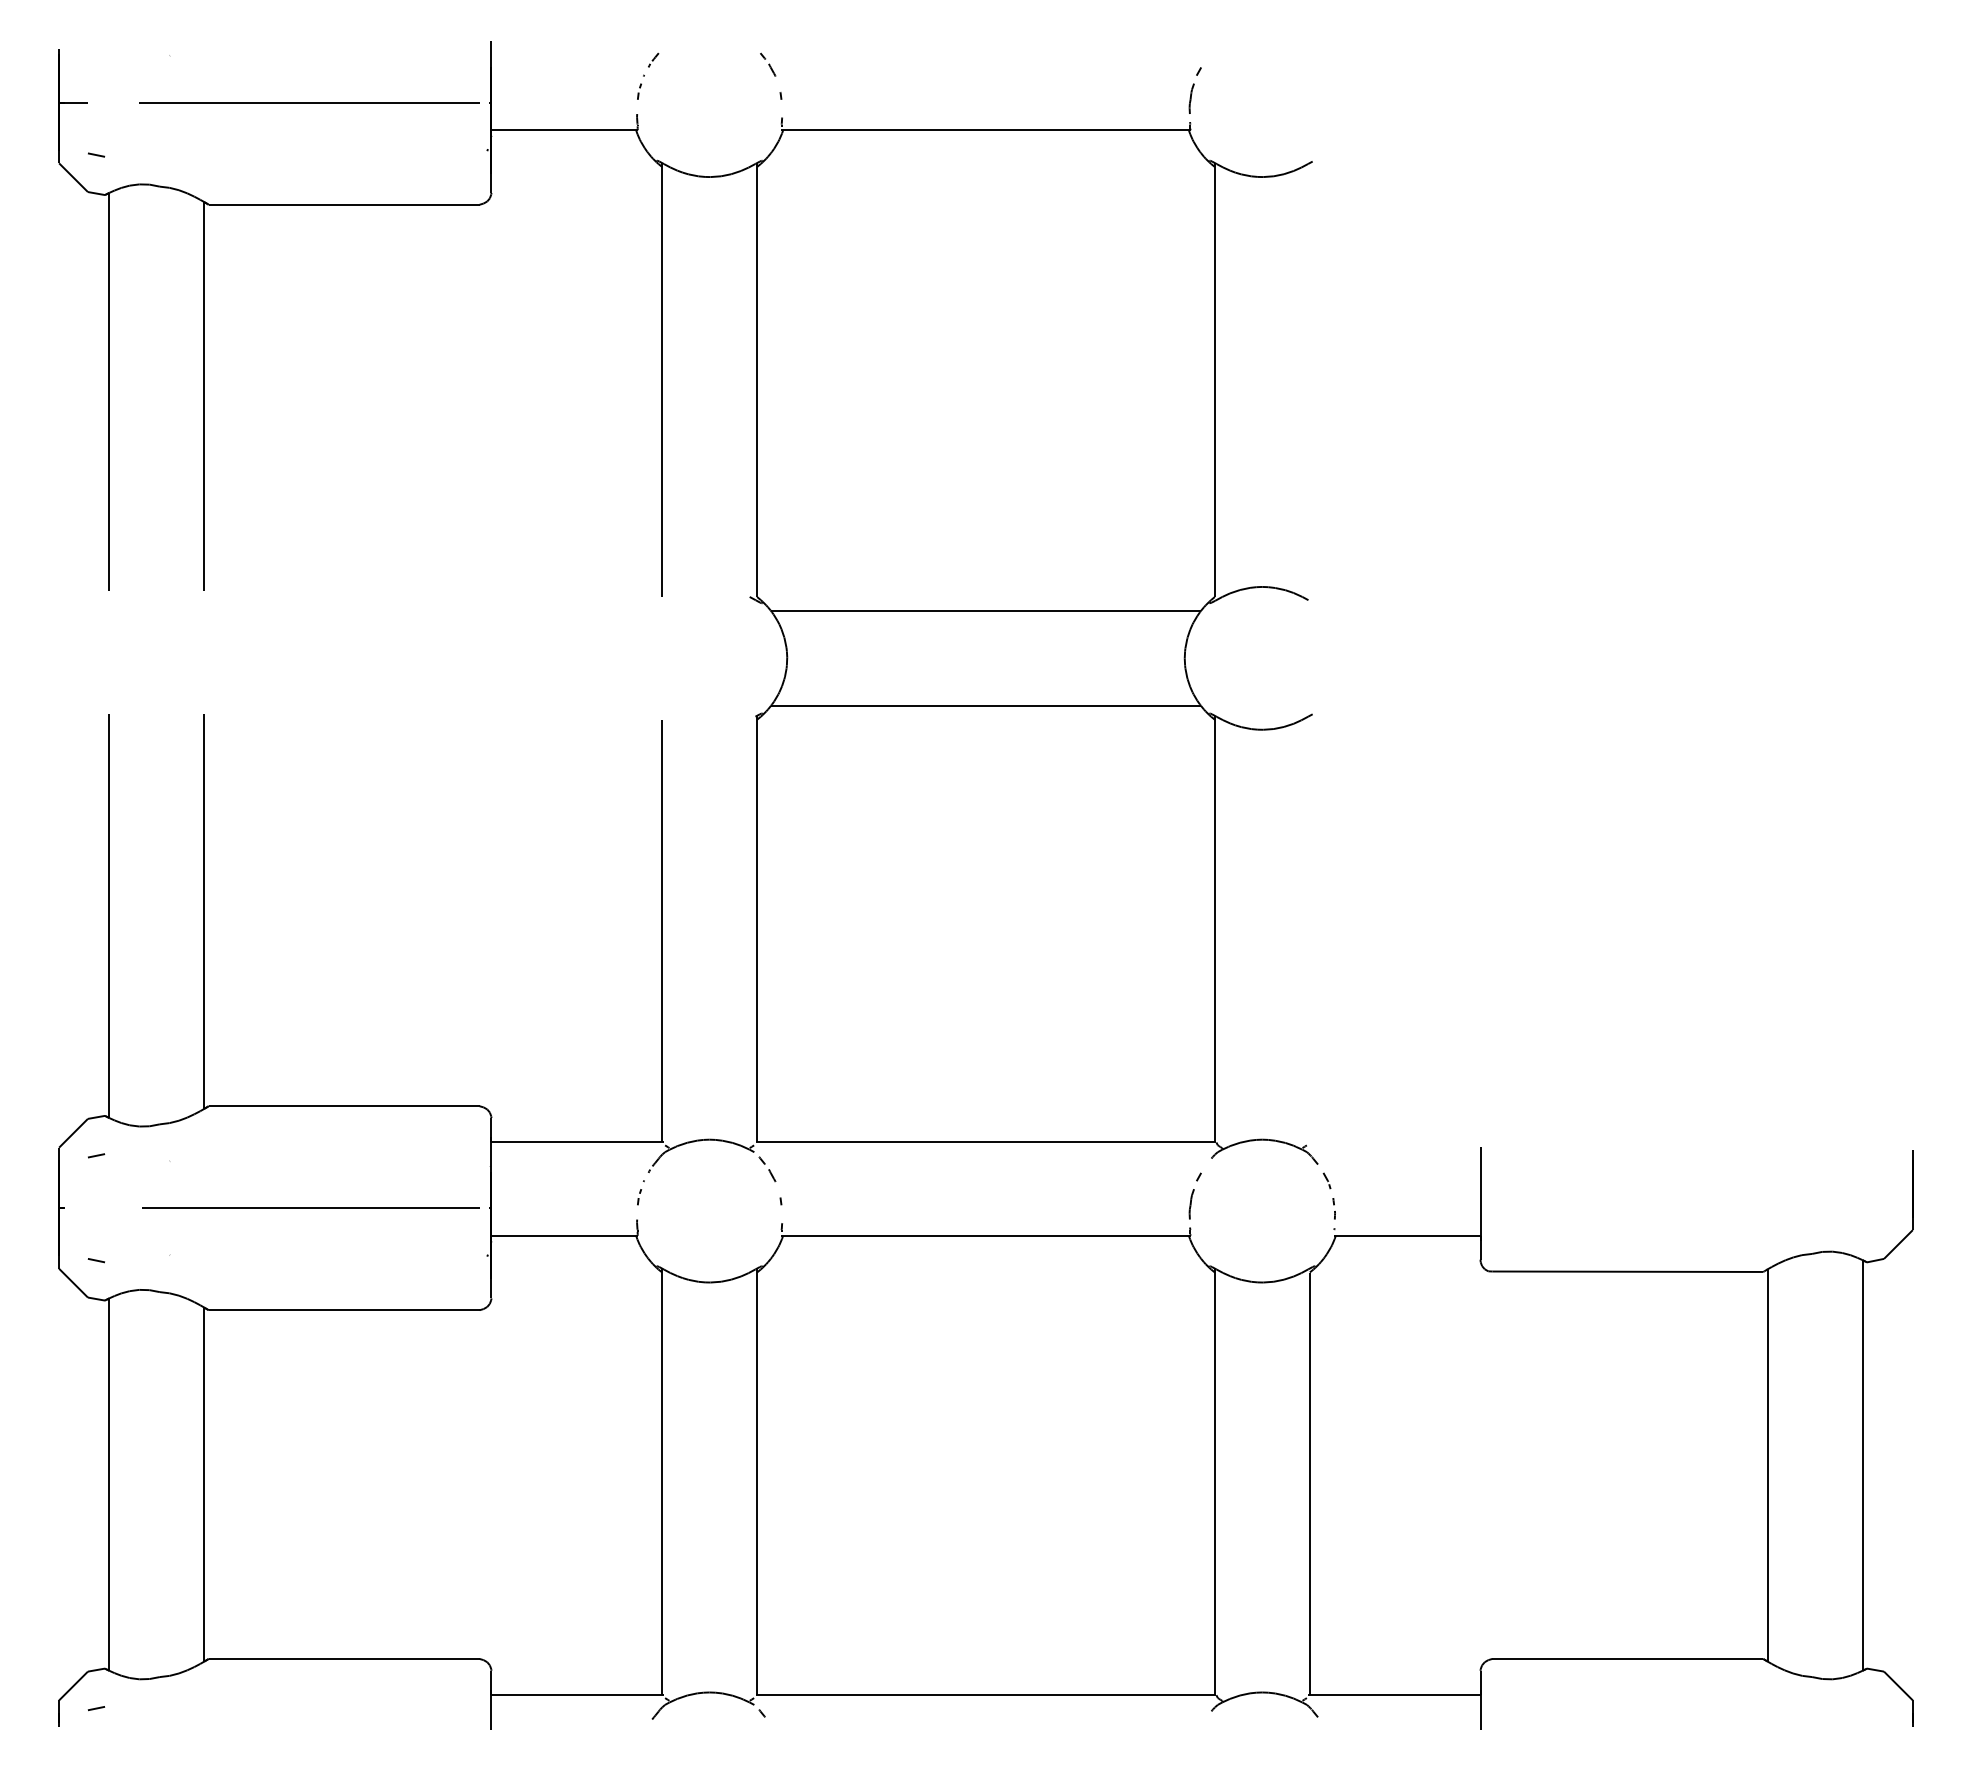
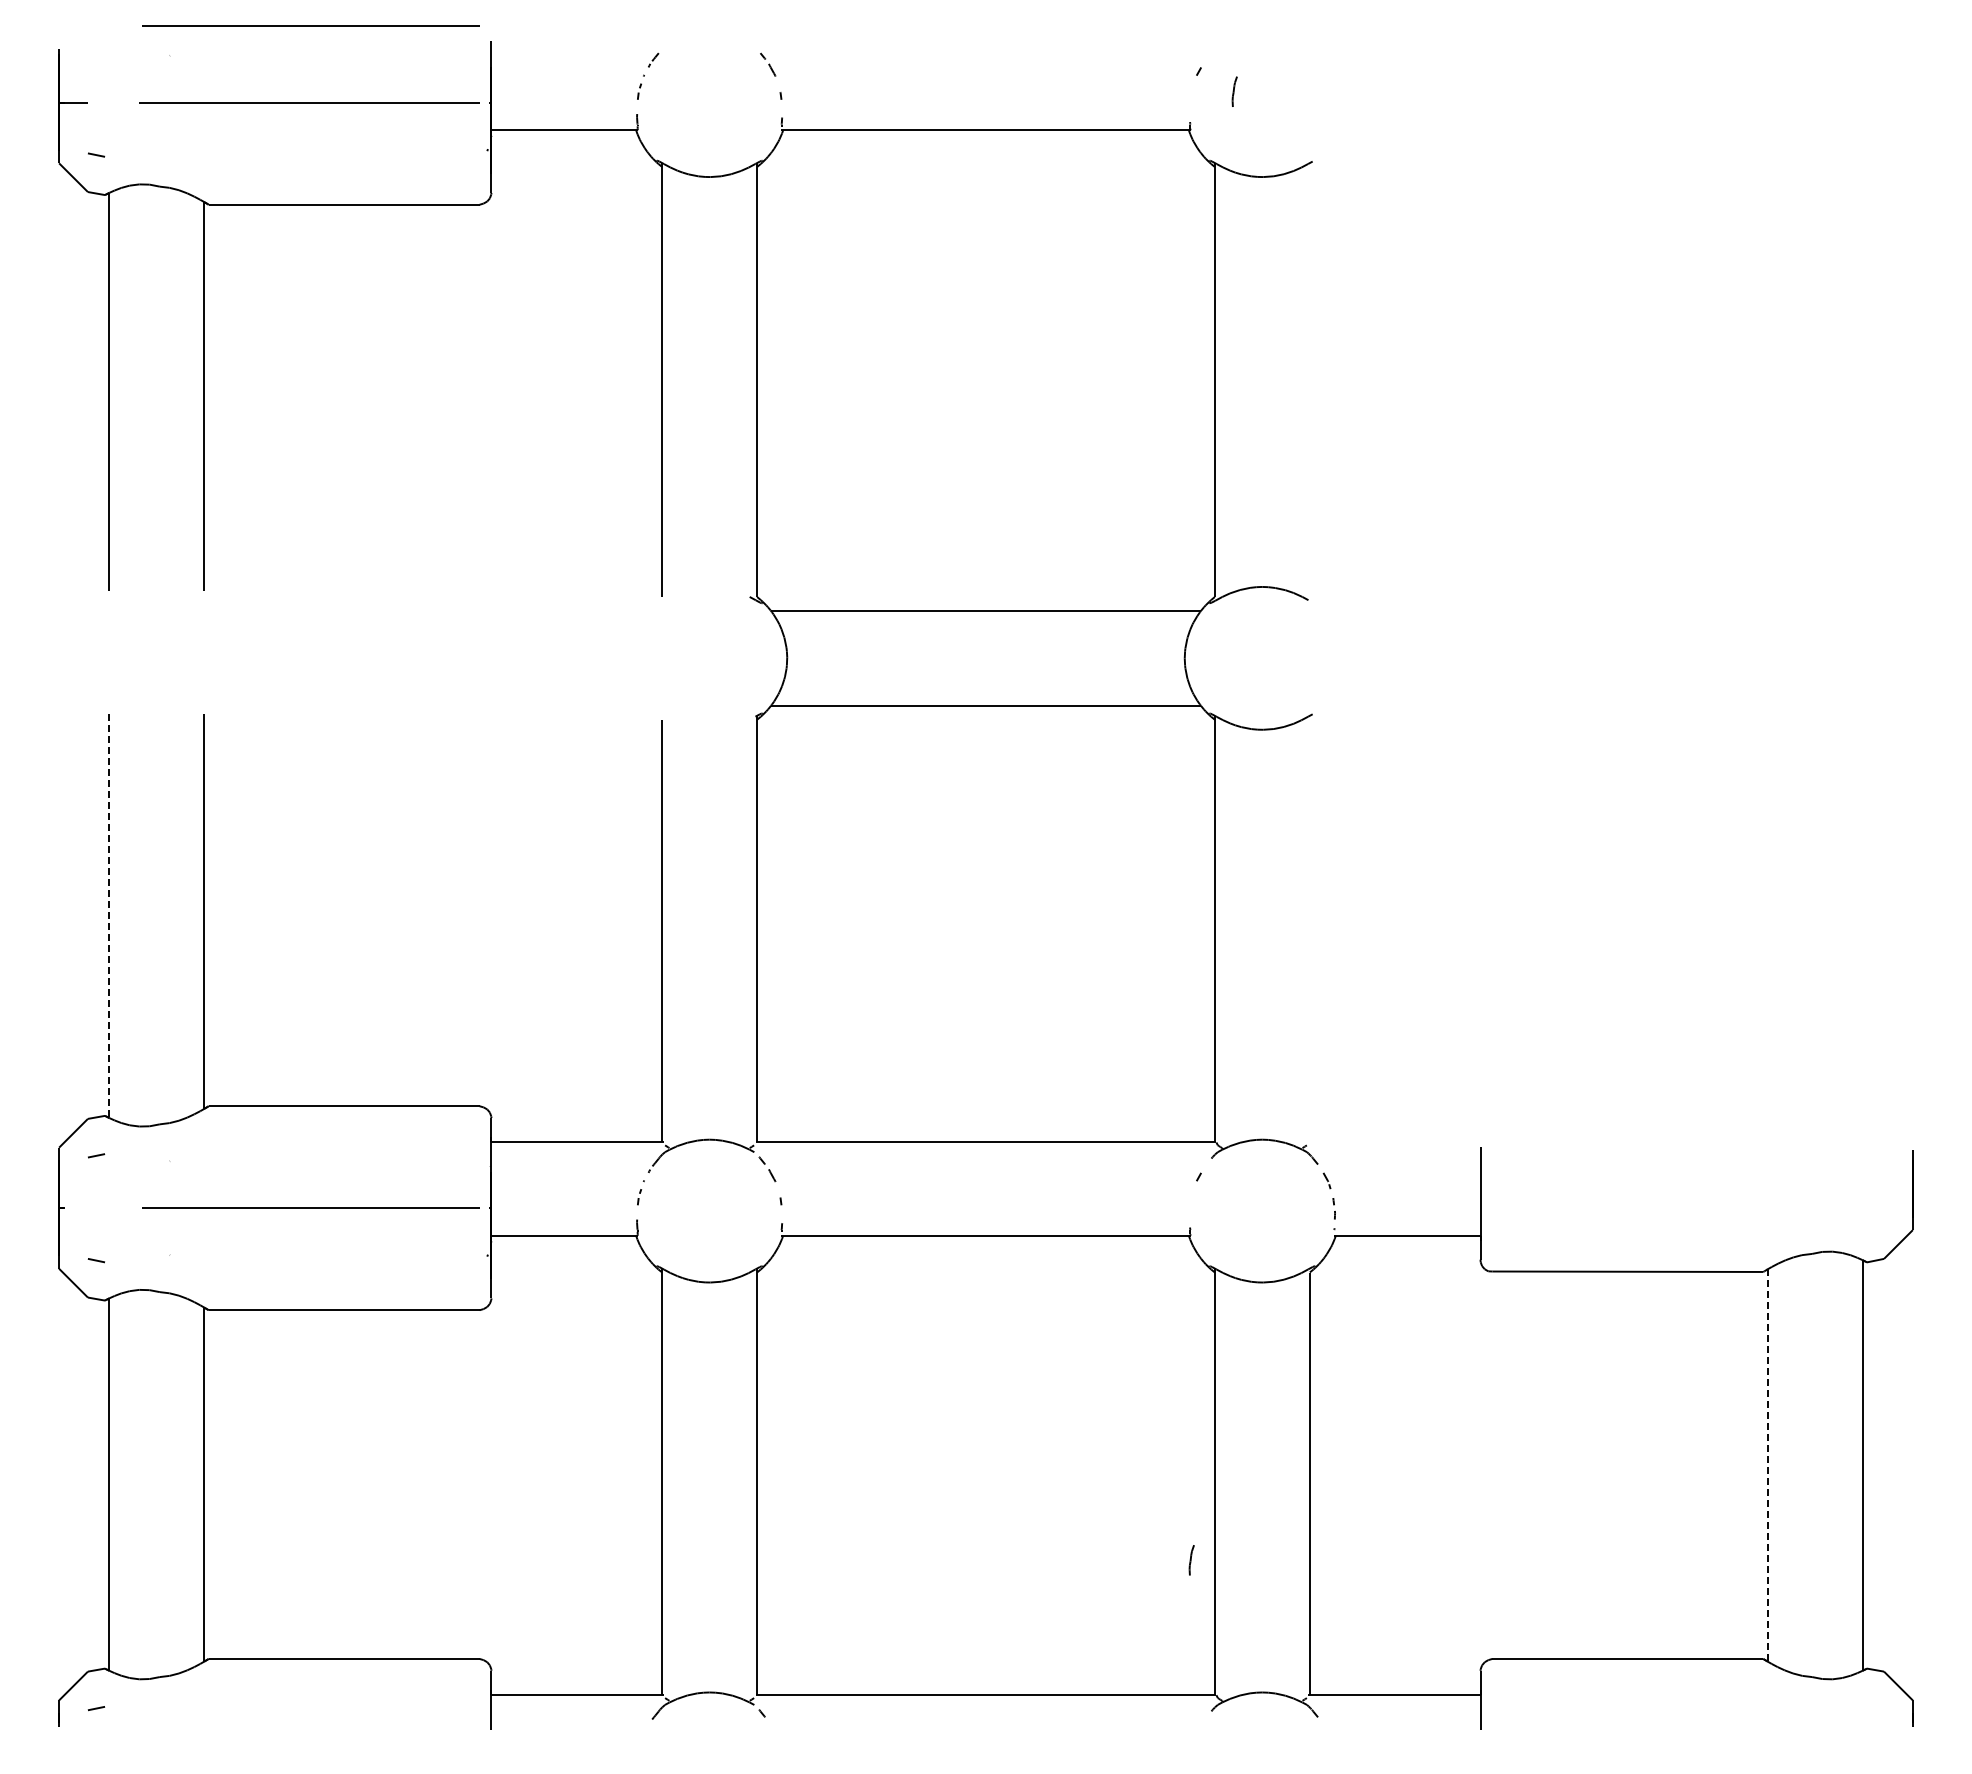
line at (310, 25): none -> present
line at (1191, 98) position: (1191, 98) -> (1234, 91)
line at (109, 916): solid -> dashed
line at (1191, 1204) position: (1191, 1204) -> (1191, 1560)
line at (1767, 1465): solid -> dashed
